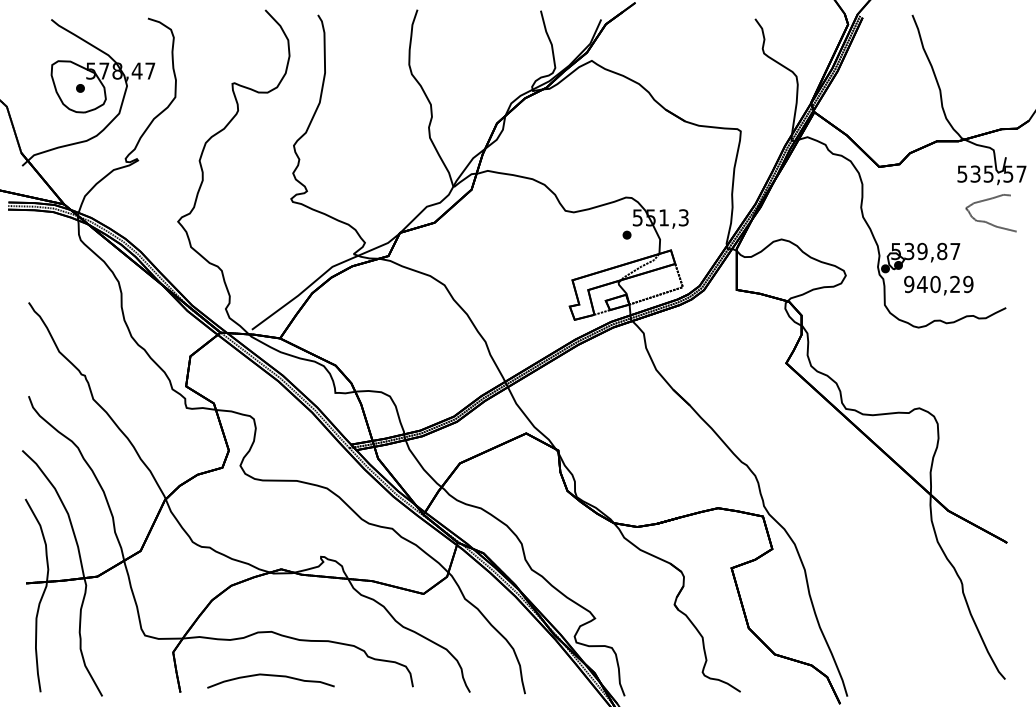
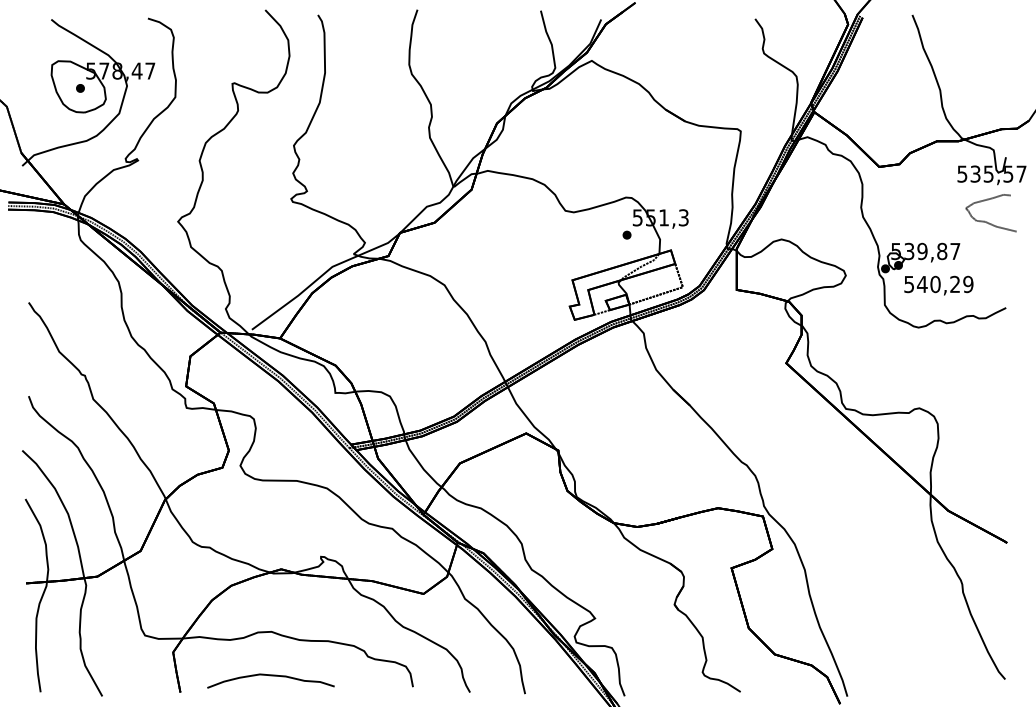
text at (909, 283): 940,29 -> 540,29
